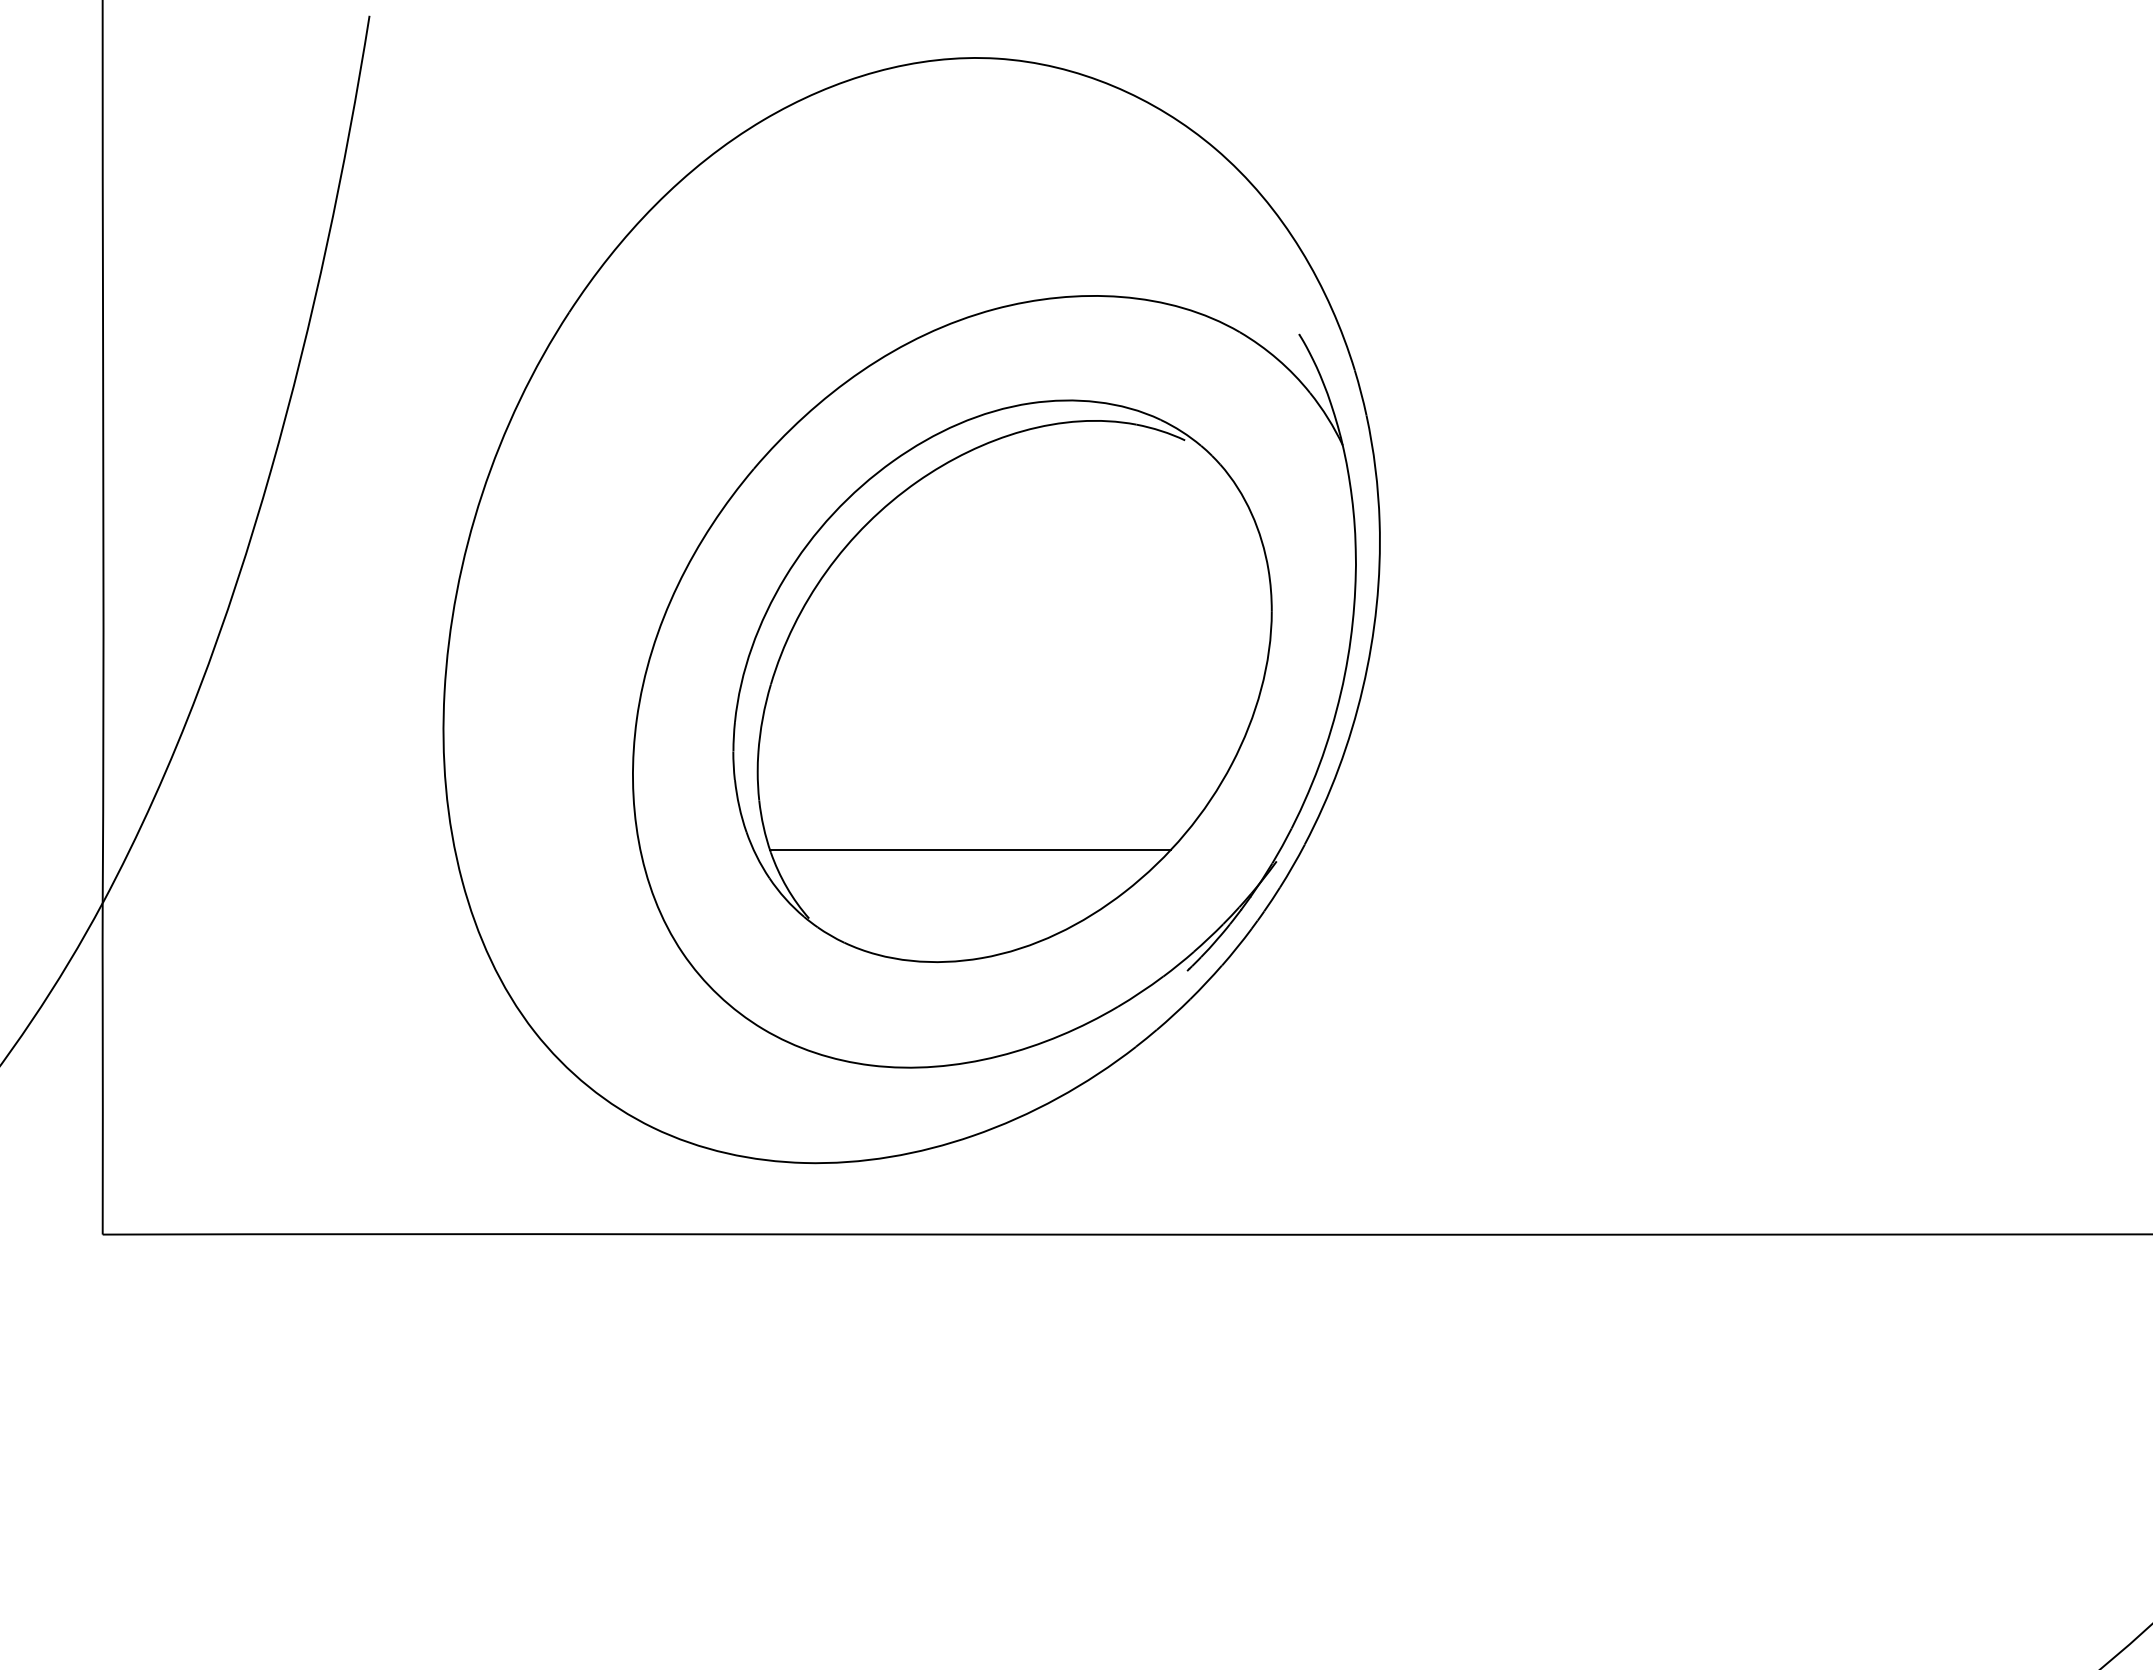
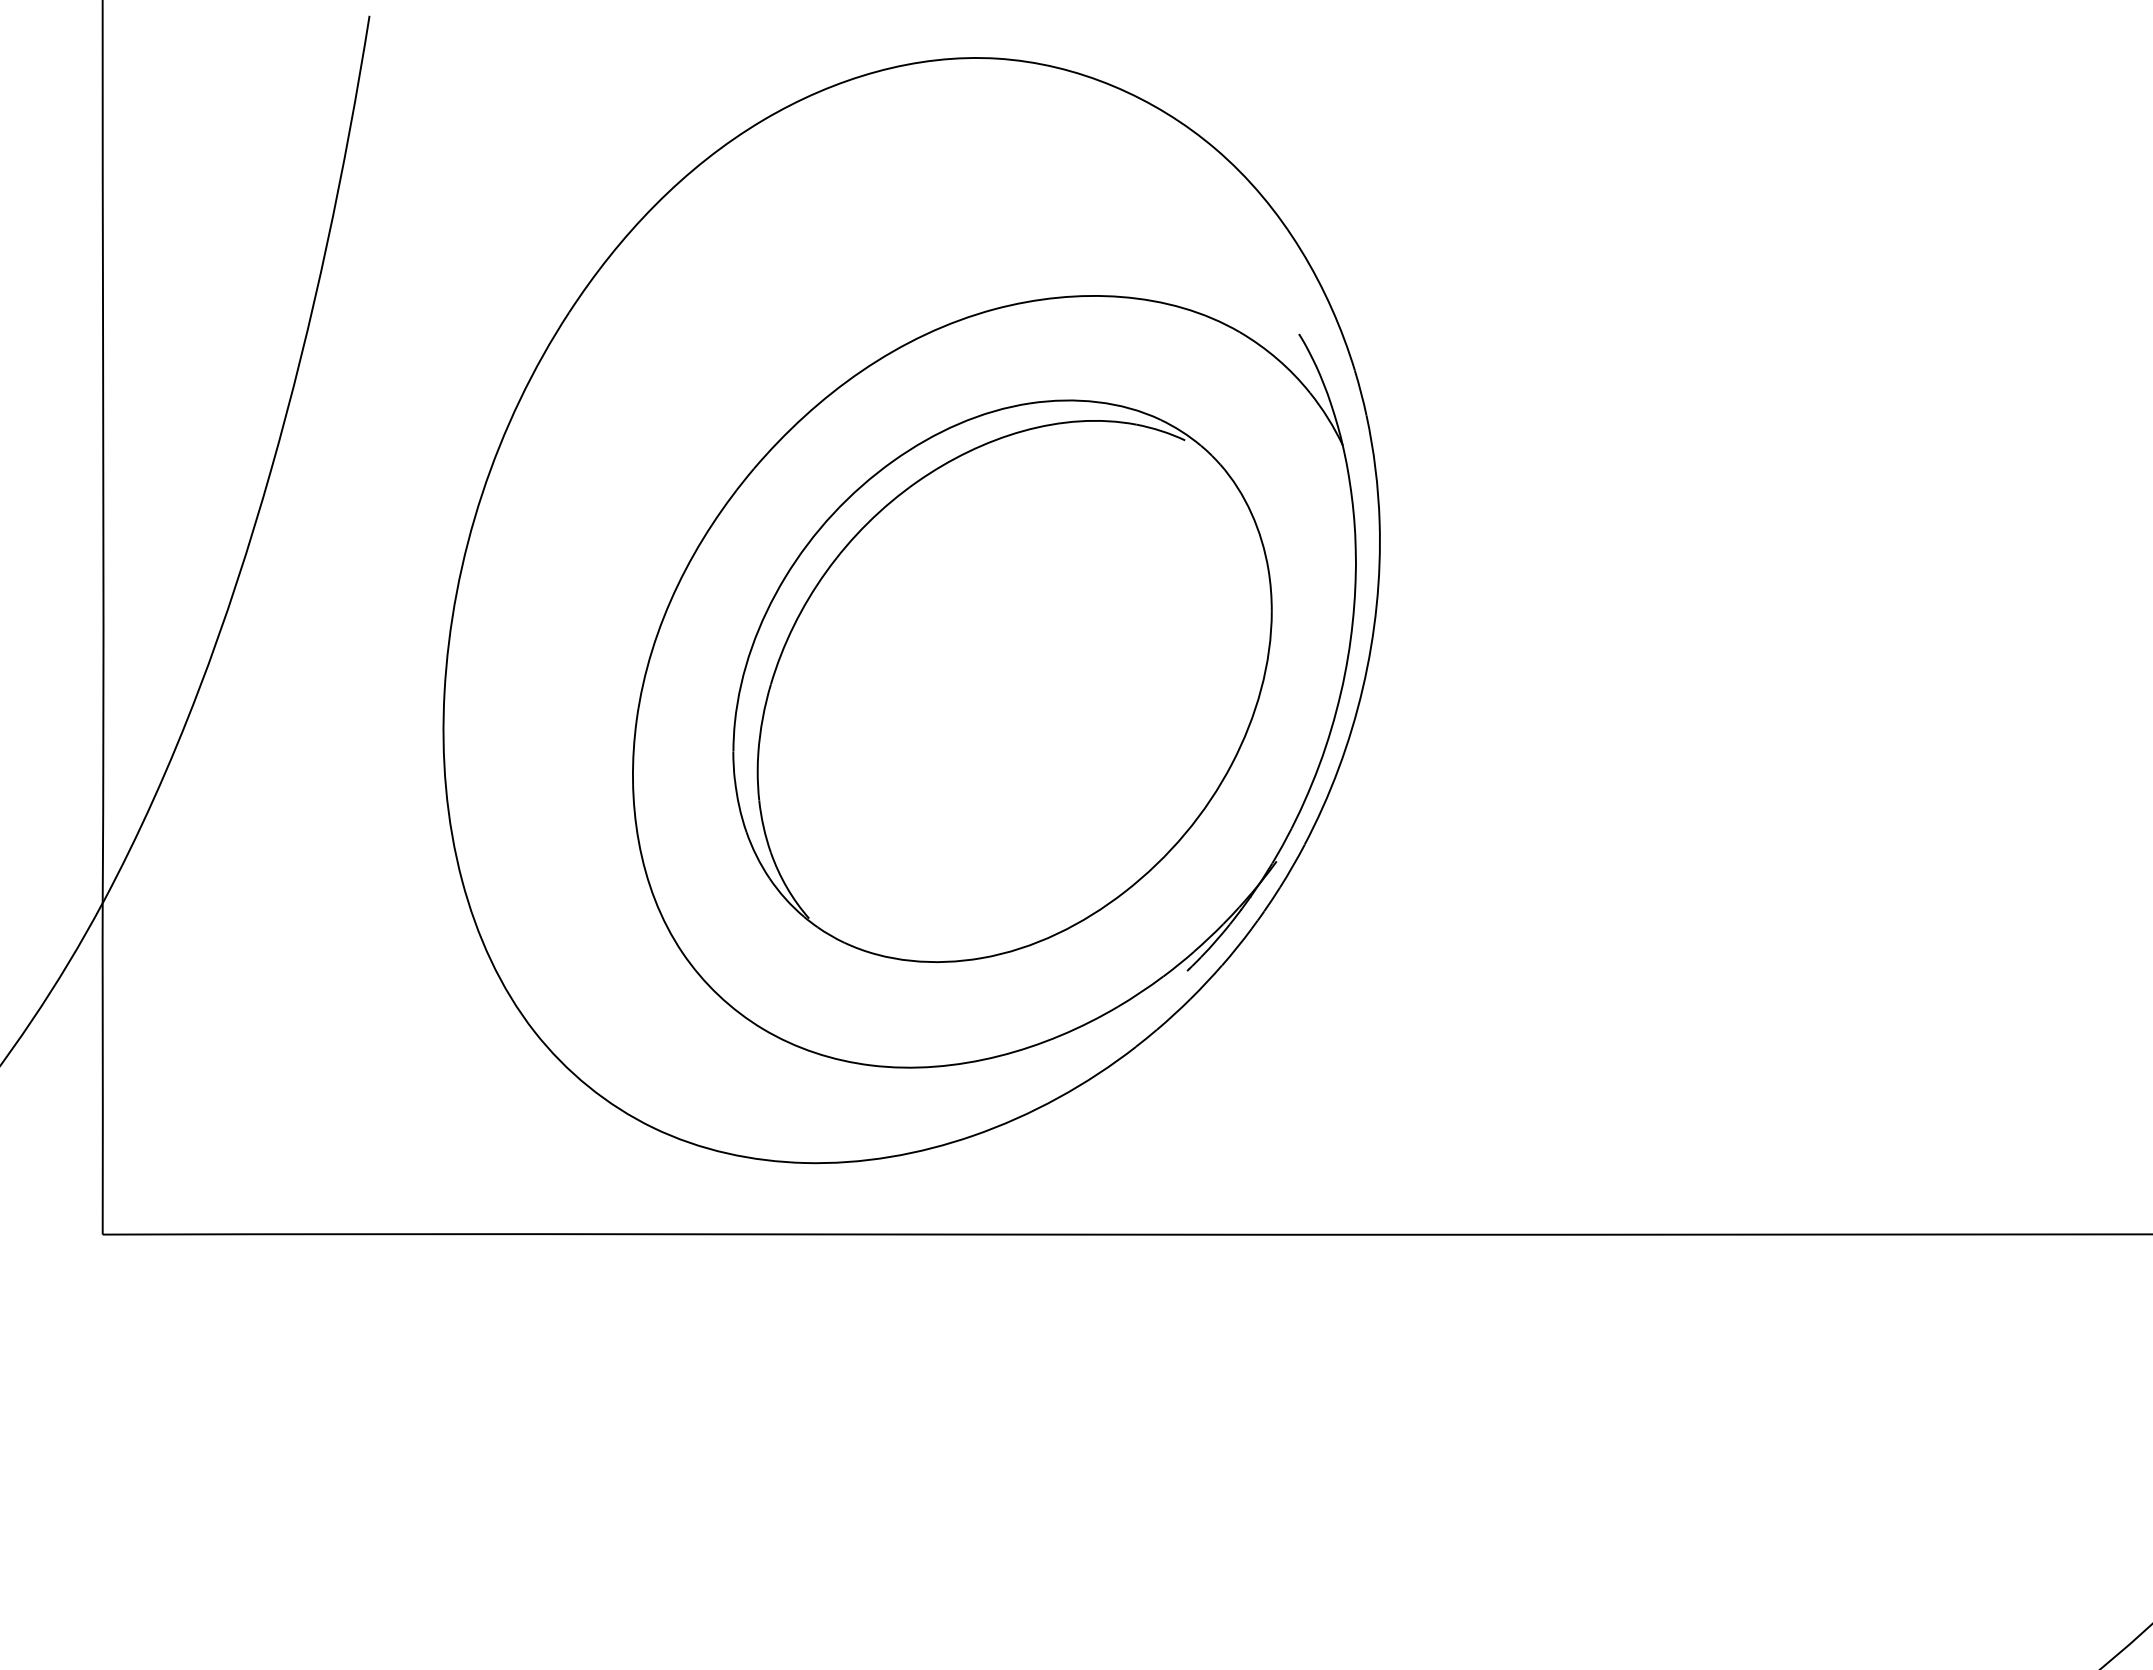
line at (970, 849): present -> none
